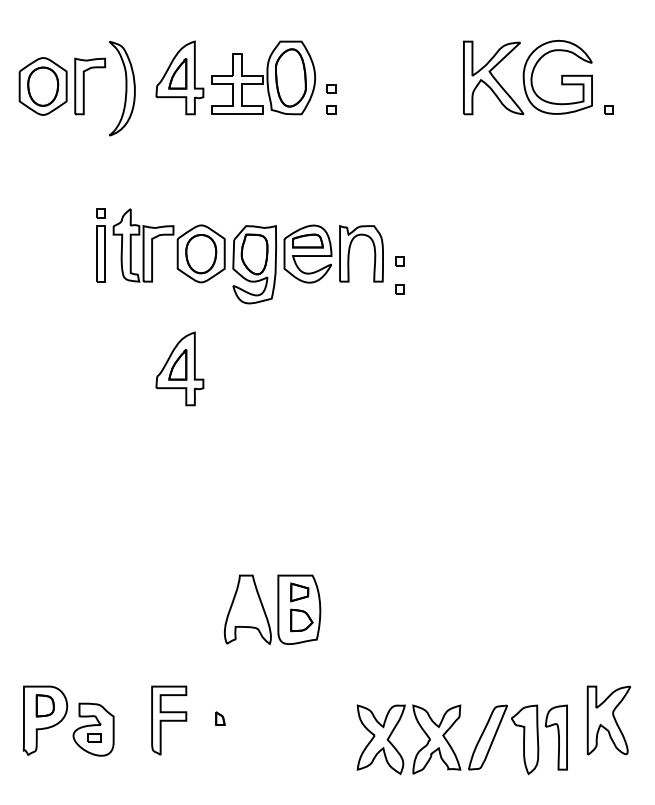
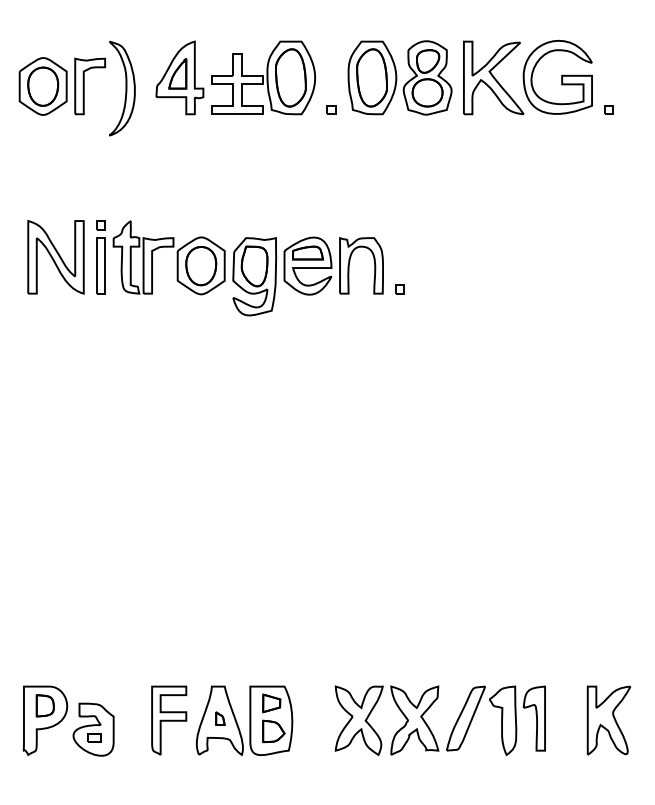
part at (399, 77): none -> present
part at (331, 88): present -> none
part at (239, 256) position: (239, 256) -> (239, 268)
part at (55, 257): none -> present
part at (399, 261): present -> none
part at (179, 368): present -> none
part at (272, 609) position: (272, 609) -> (244, 720)
part at (452, 747) position: (452, 747) -> (430, 728)
